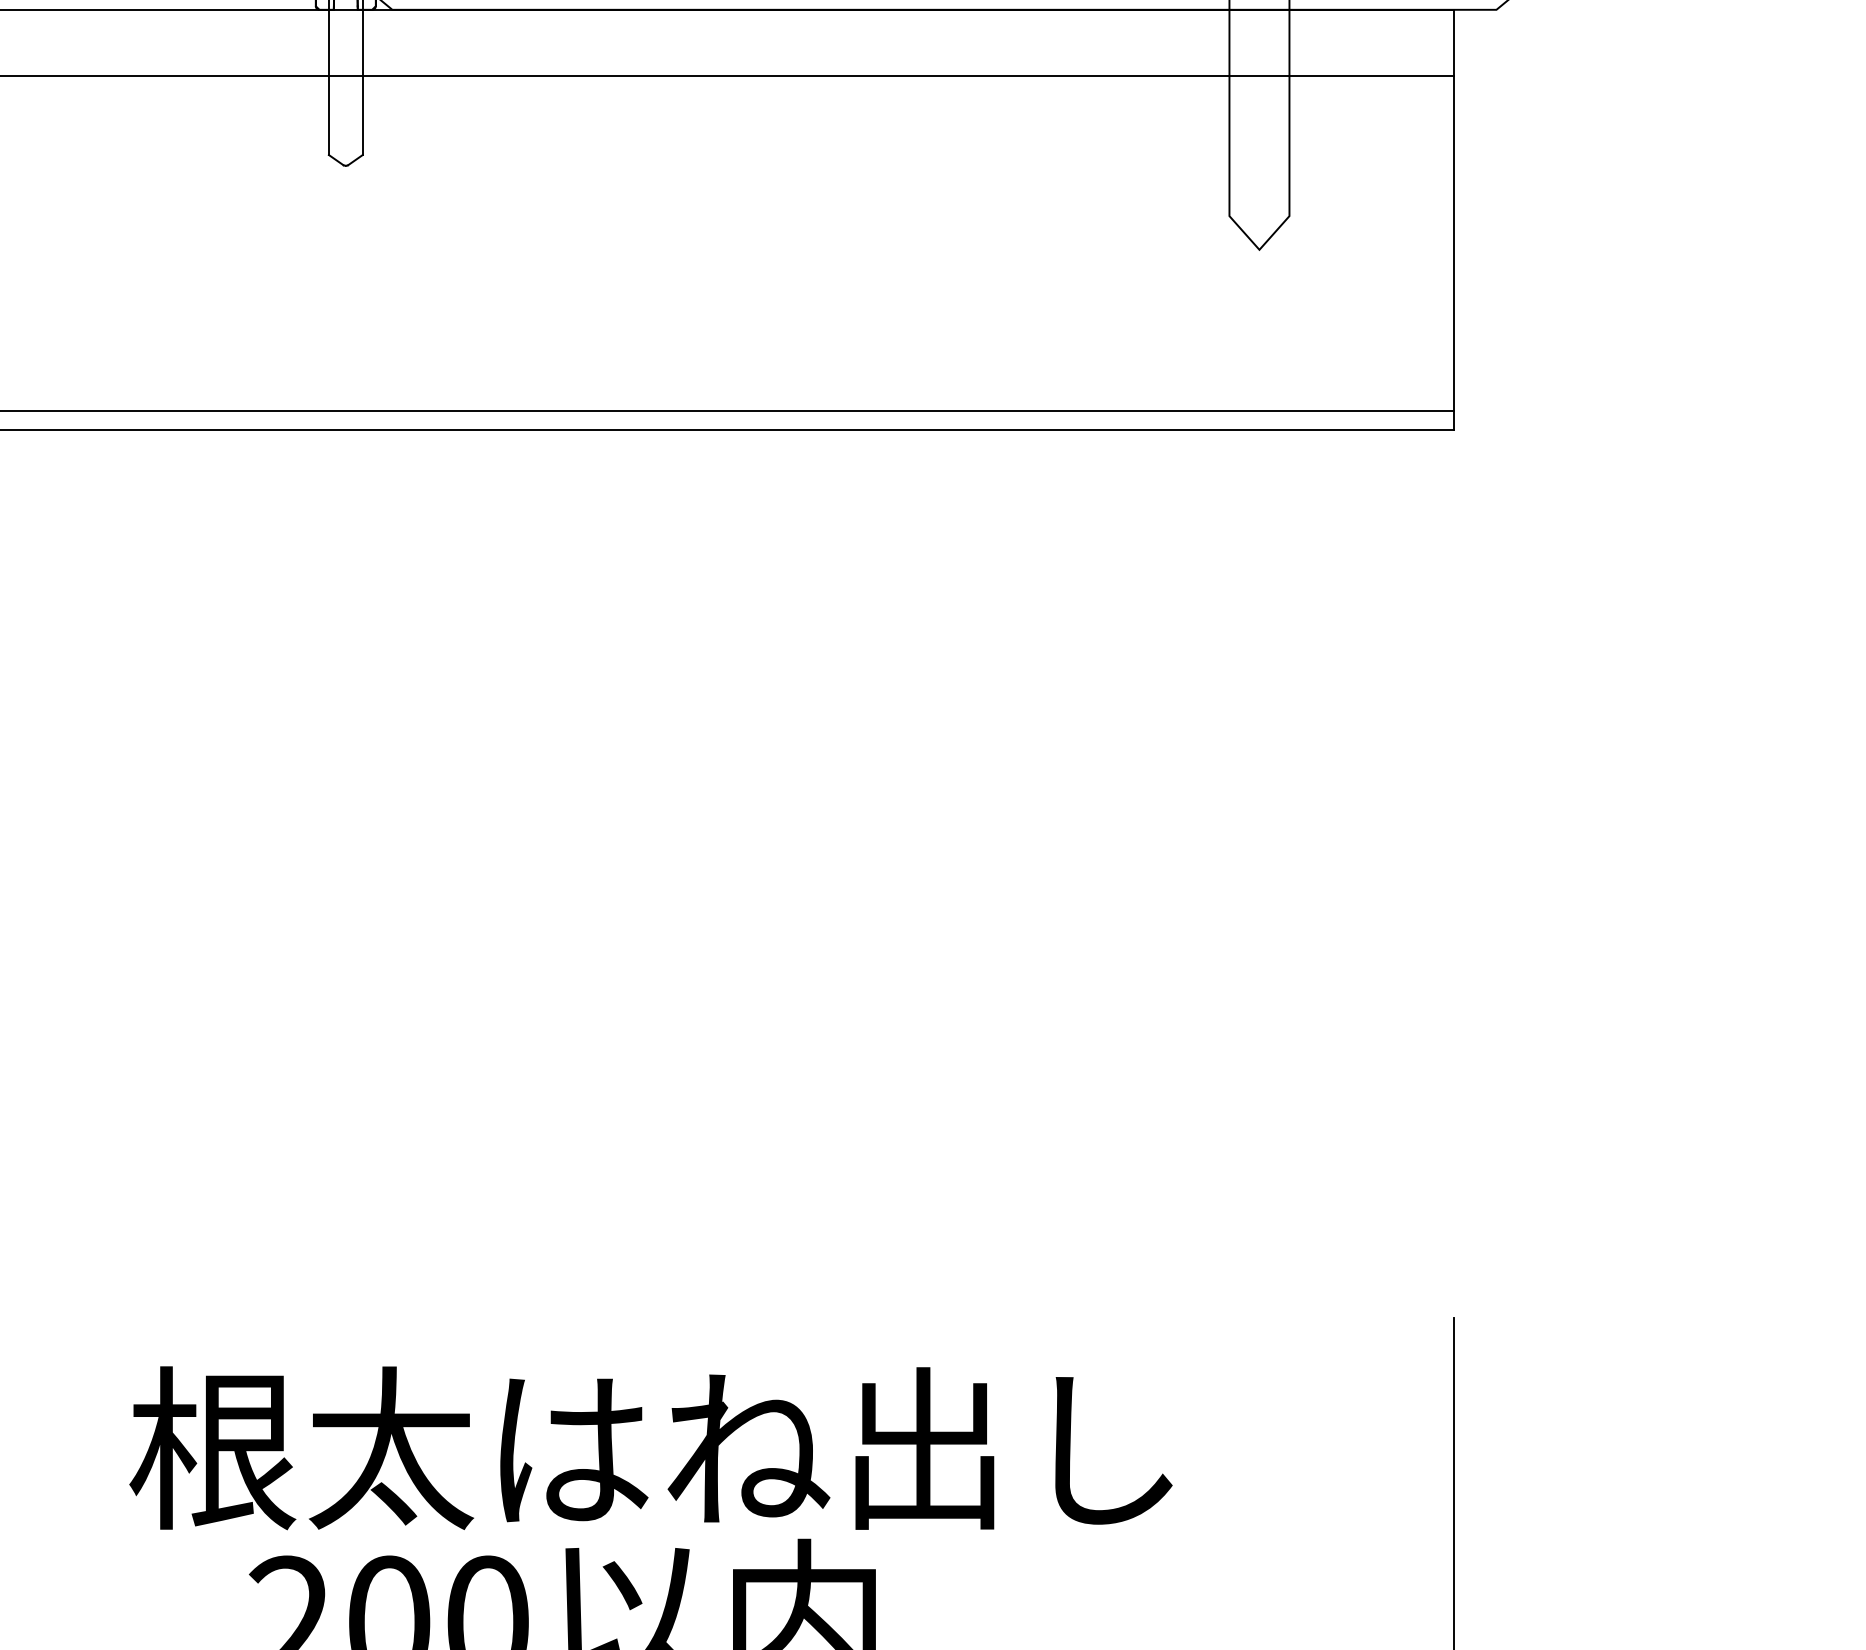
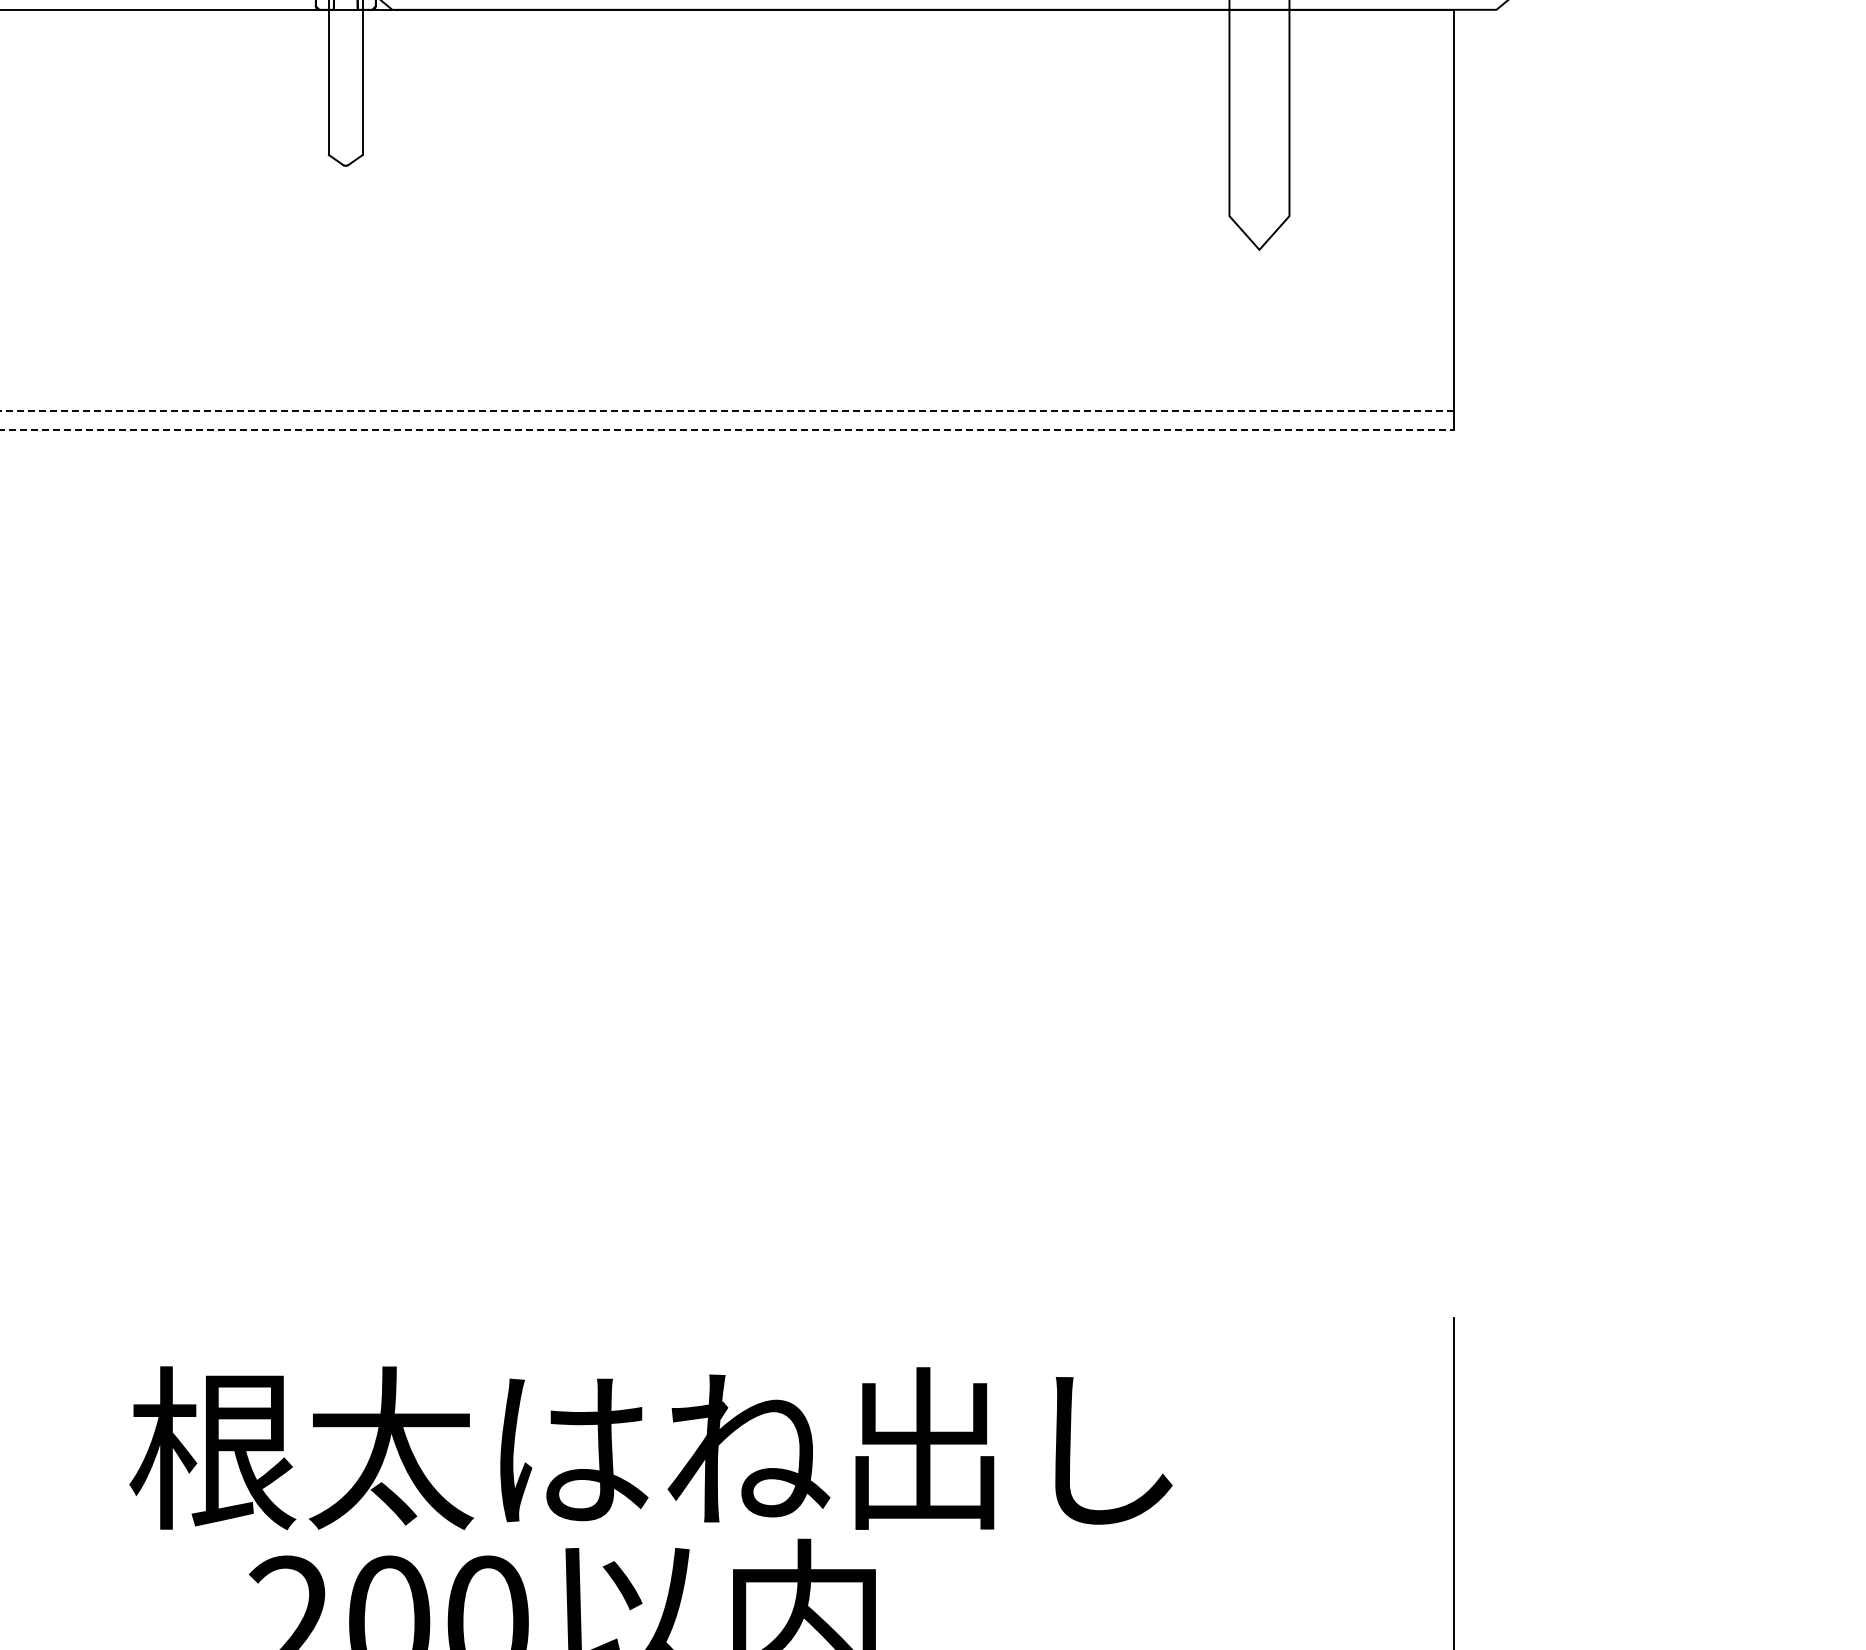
line at (728, 75): present -> none
line at (727, 410): solid -> dashed
line at (727, 429): solid -> dashed
